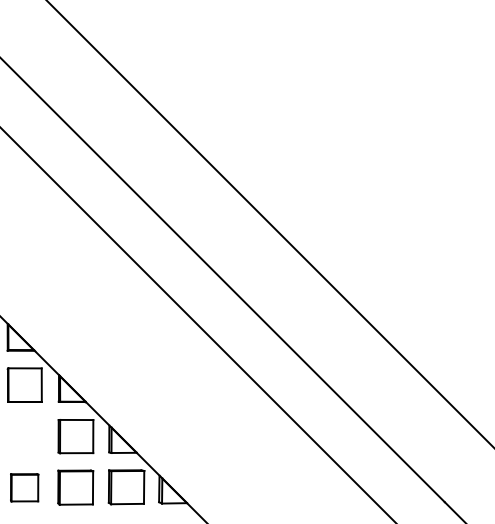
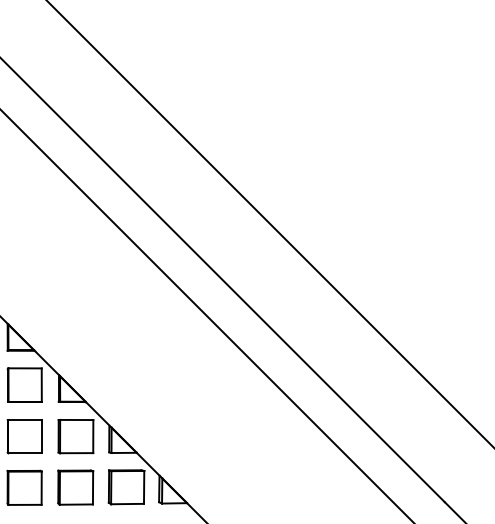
line at (197, 324) position: (197, 324) -> (206, 315)
part at (24, 436): none -> present
part at (24, 487) size: 30x30 px -> 37x37 px
